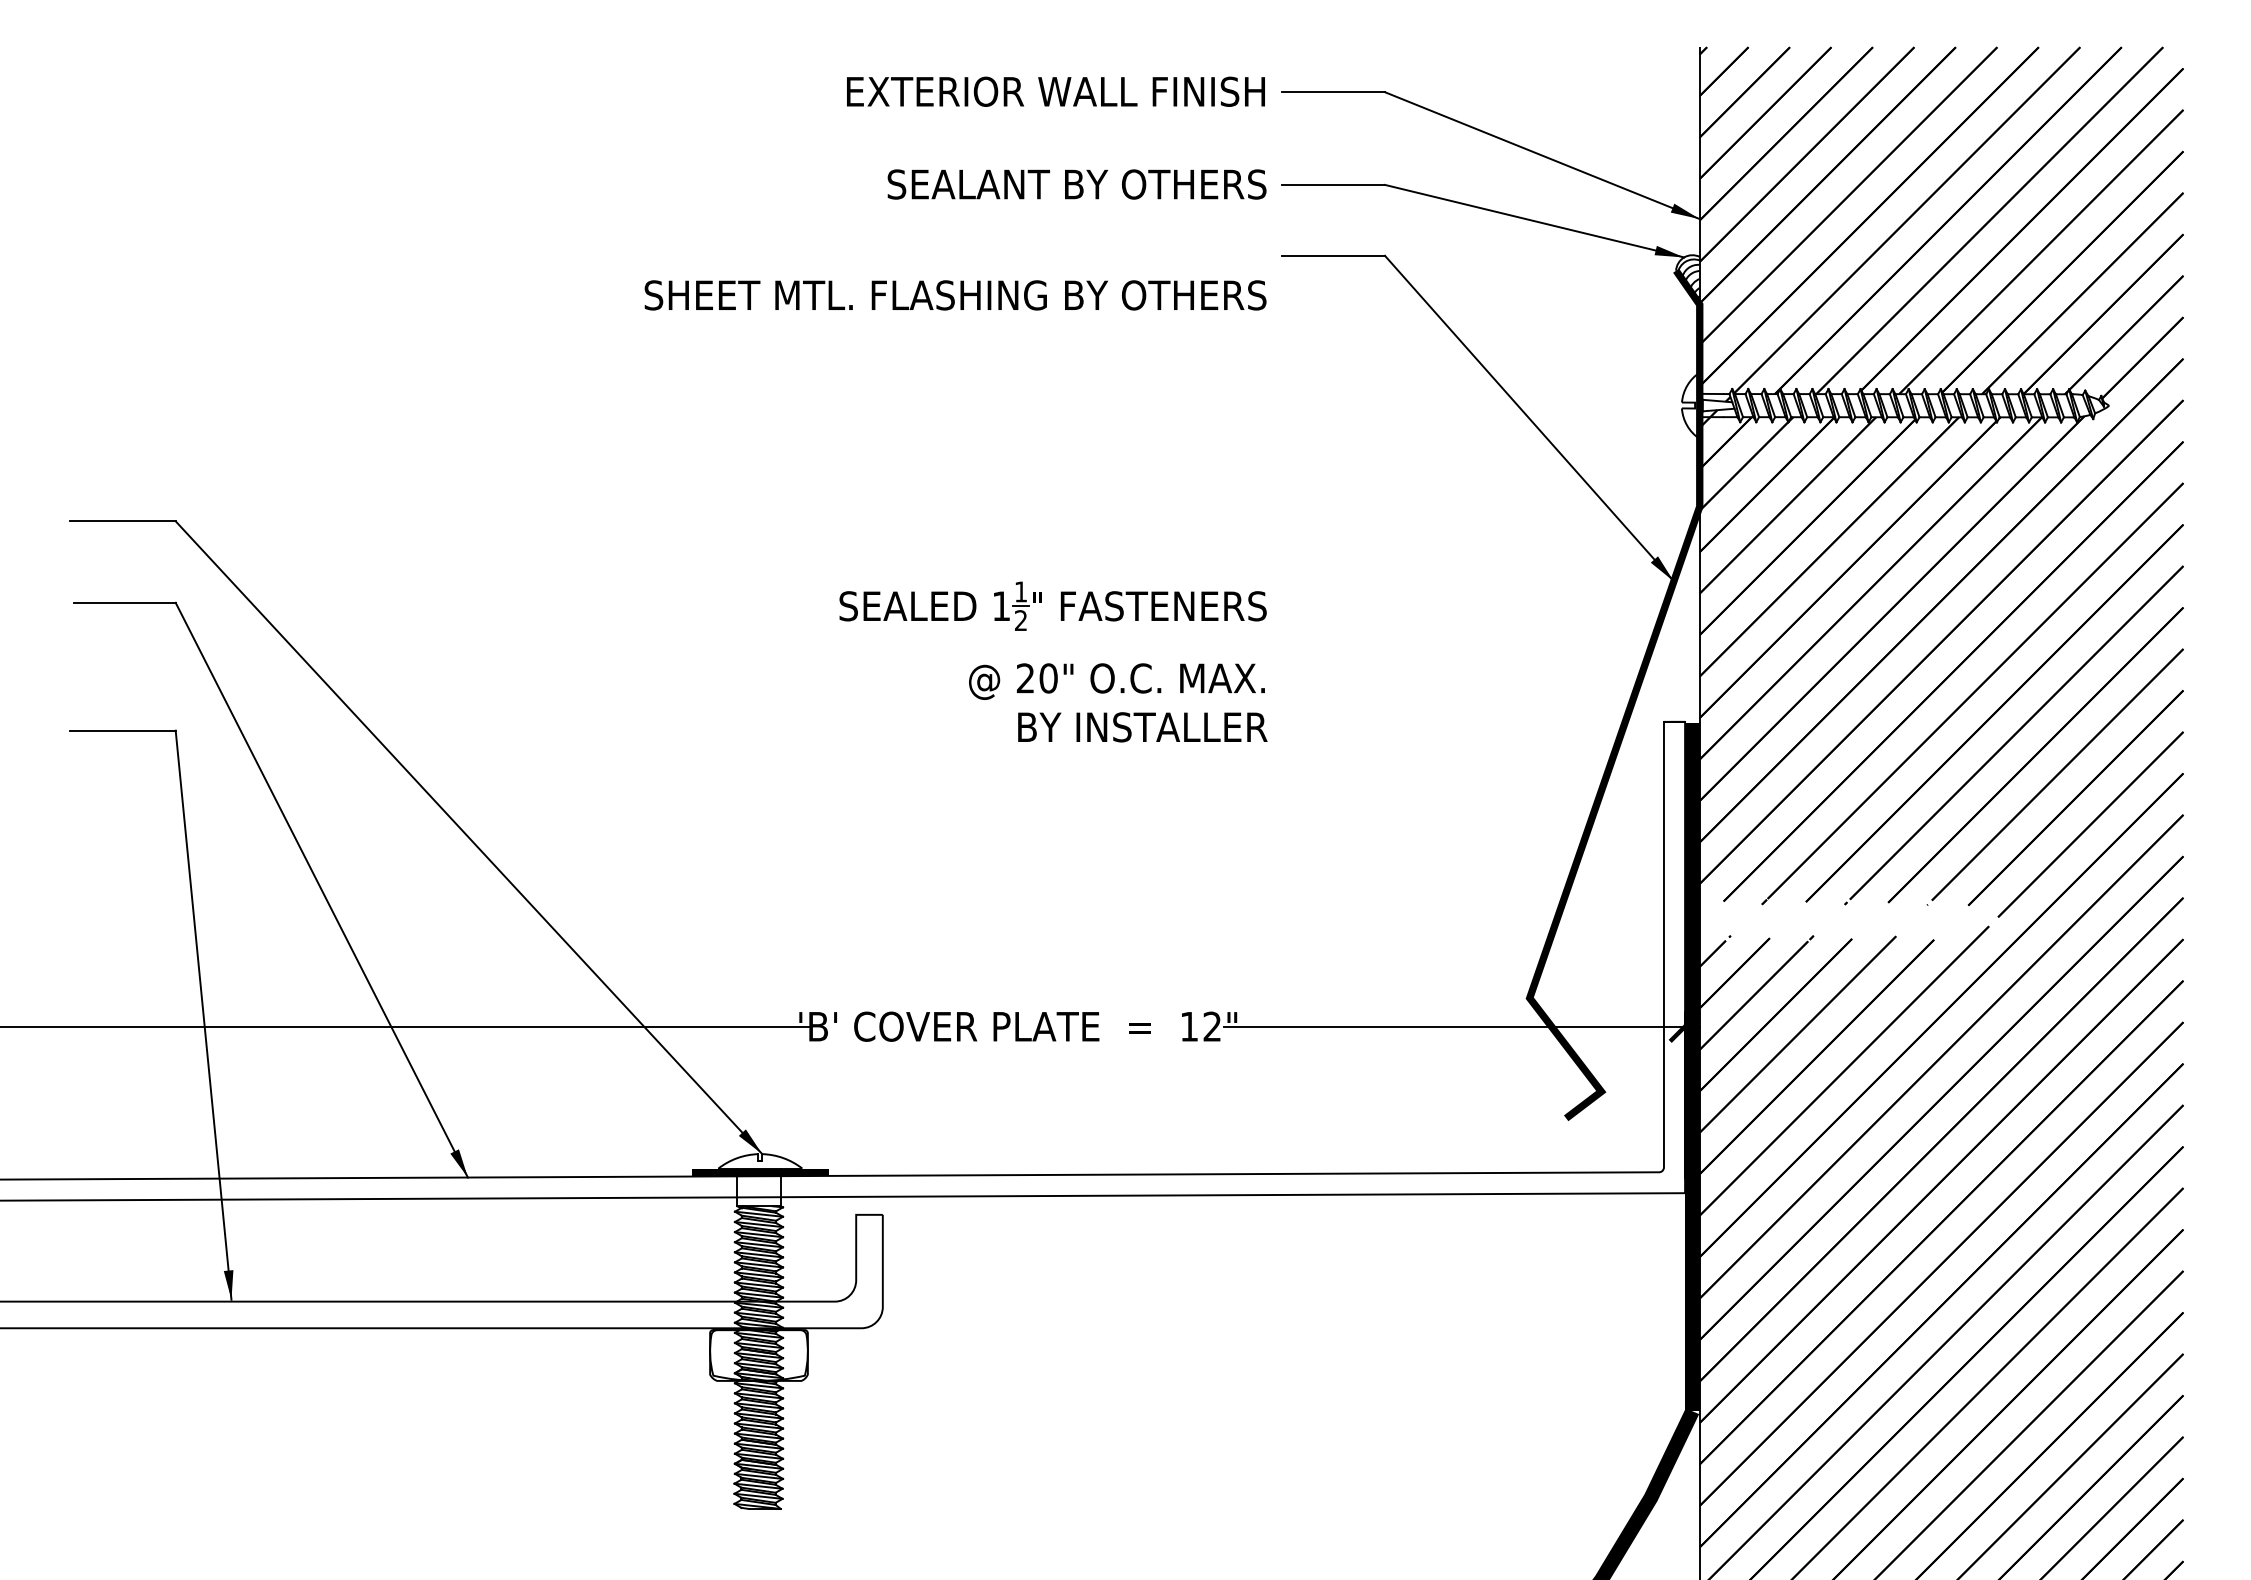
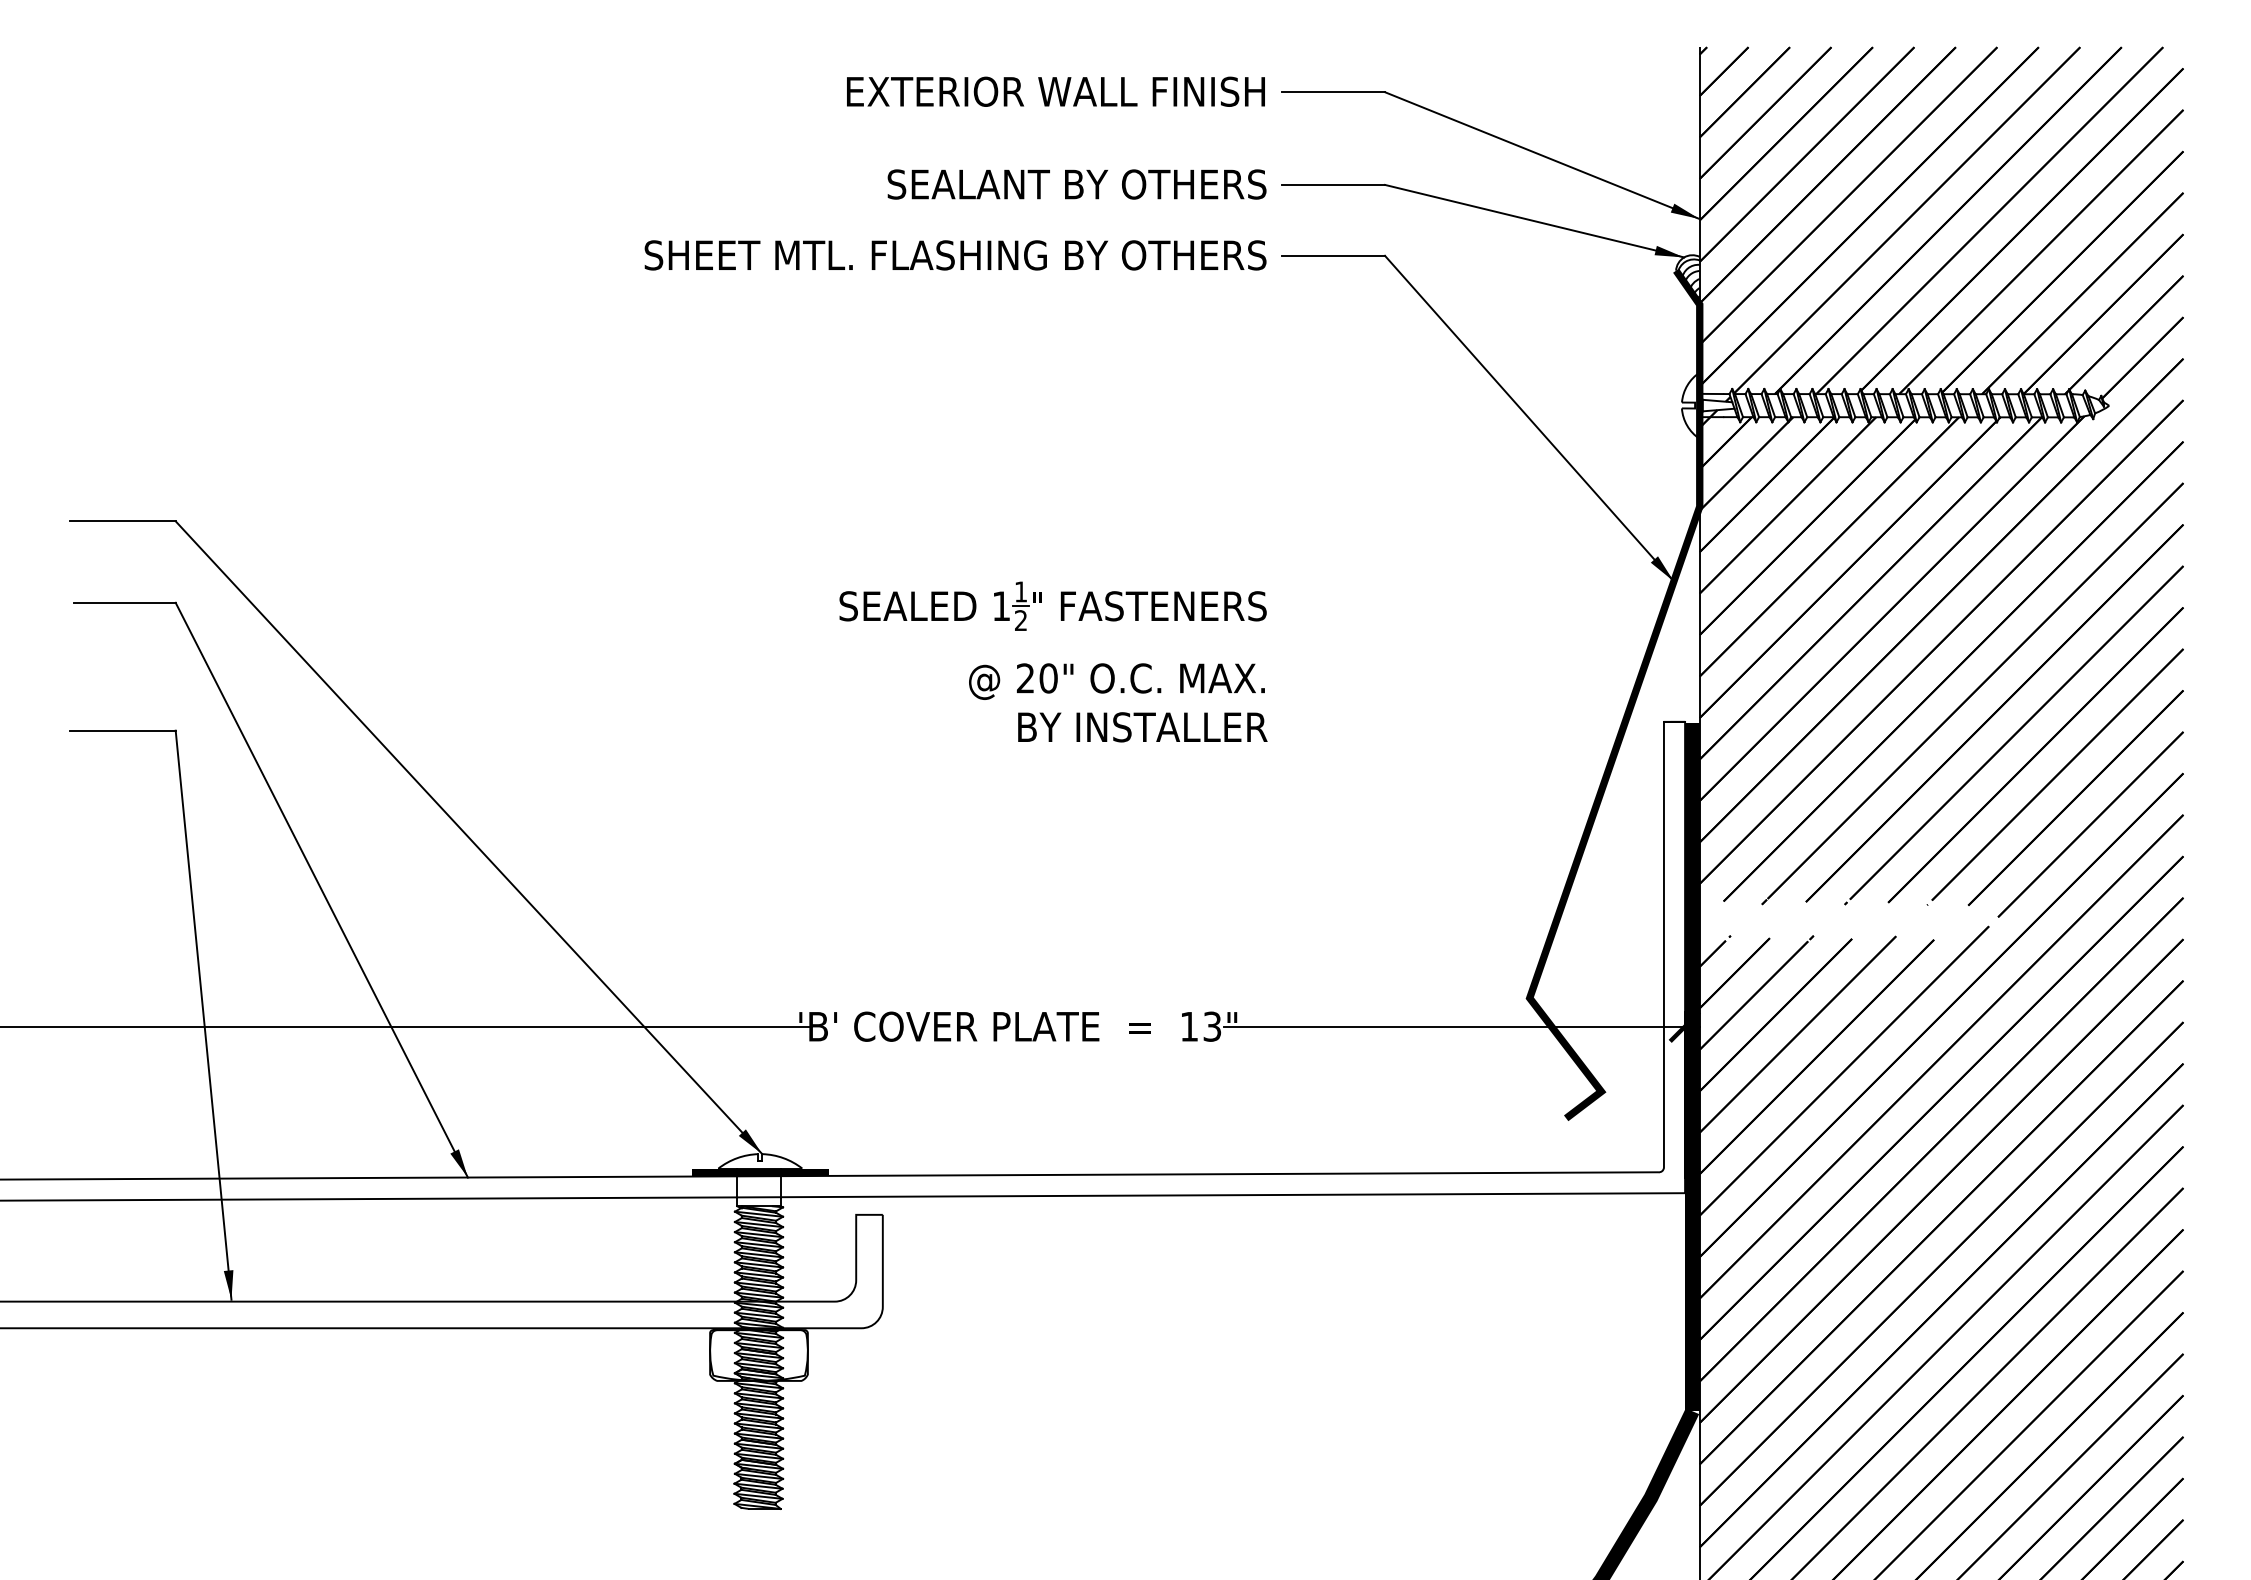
text at (955, 295) position: (955, 295) -> (955, 255)
text at (1212, 1026): 12" -> 13"
